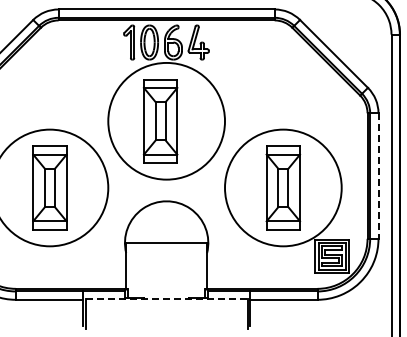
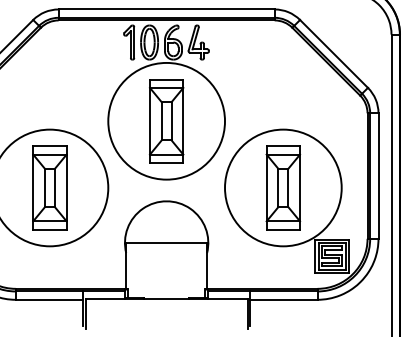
part at (160, 121) position: (160, 121) -> (166, 121)
line at (378, 176): dashed -> solid
line at (166, 298): dashed -> solid
